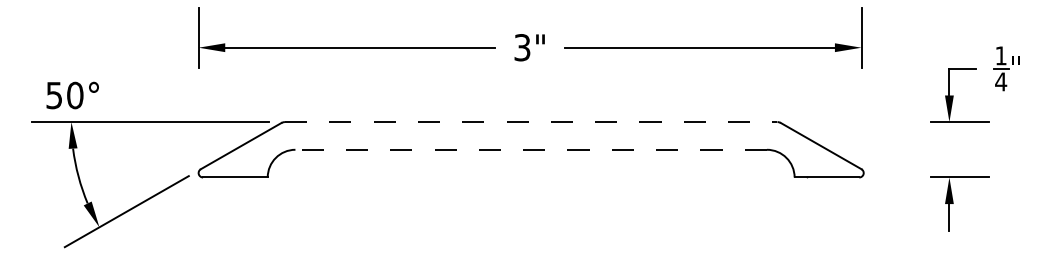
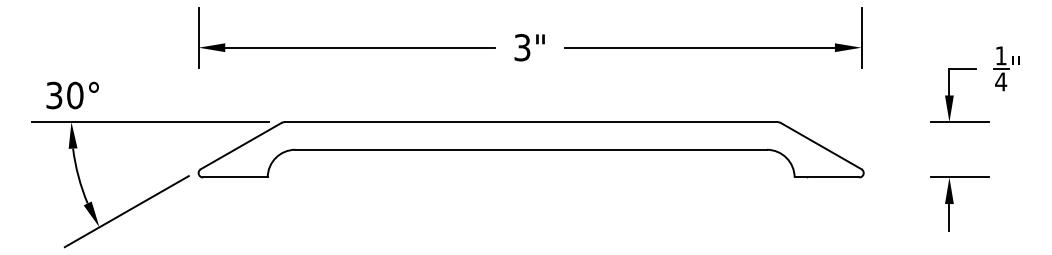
text at (54, 94): 50° -> 30°
line at (531, 122): dashed -> solid
line at (531, 149): dashed -> solid
